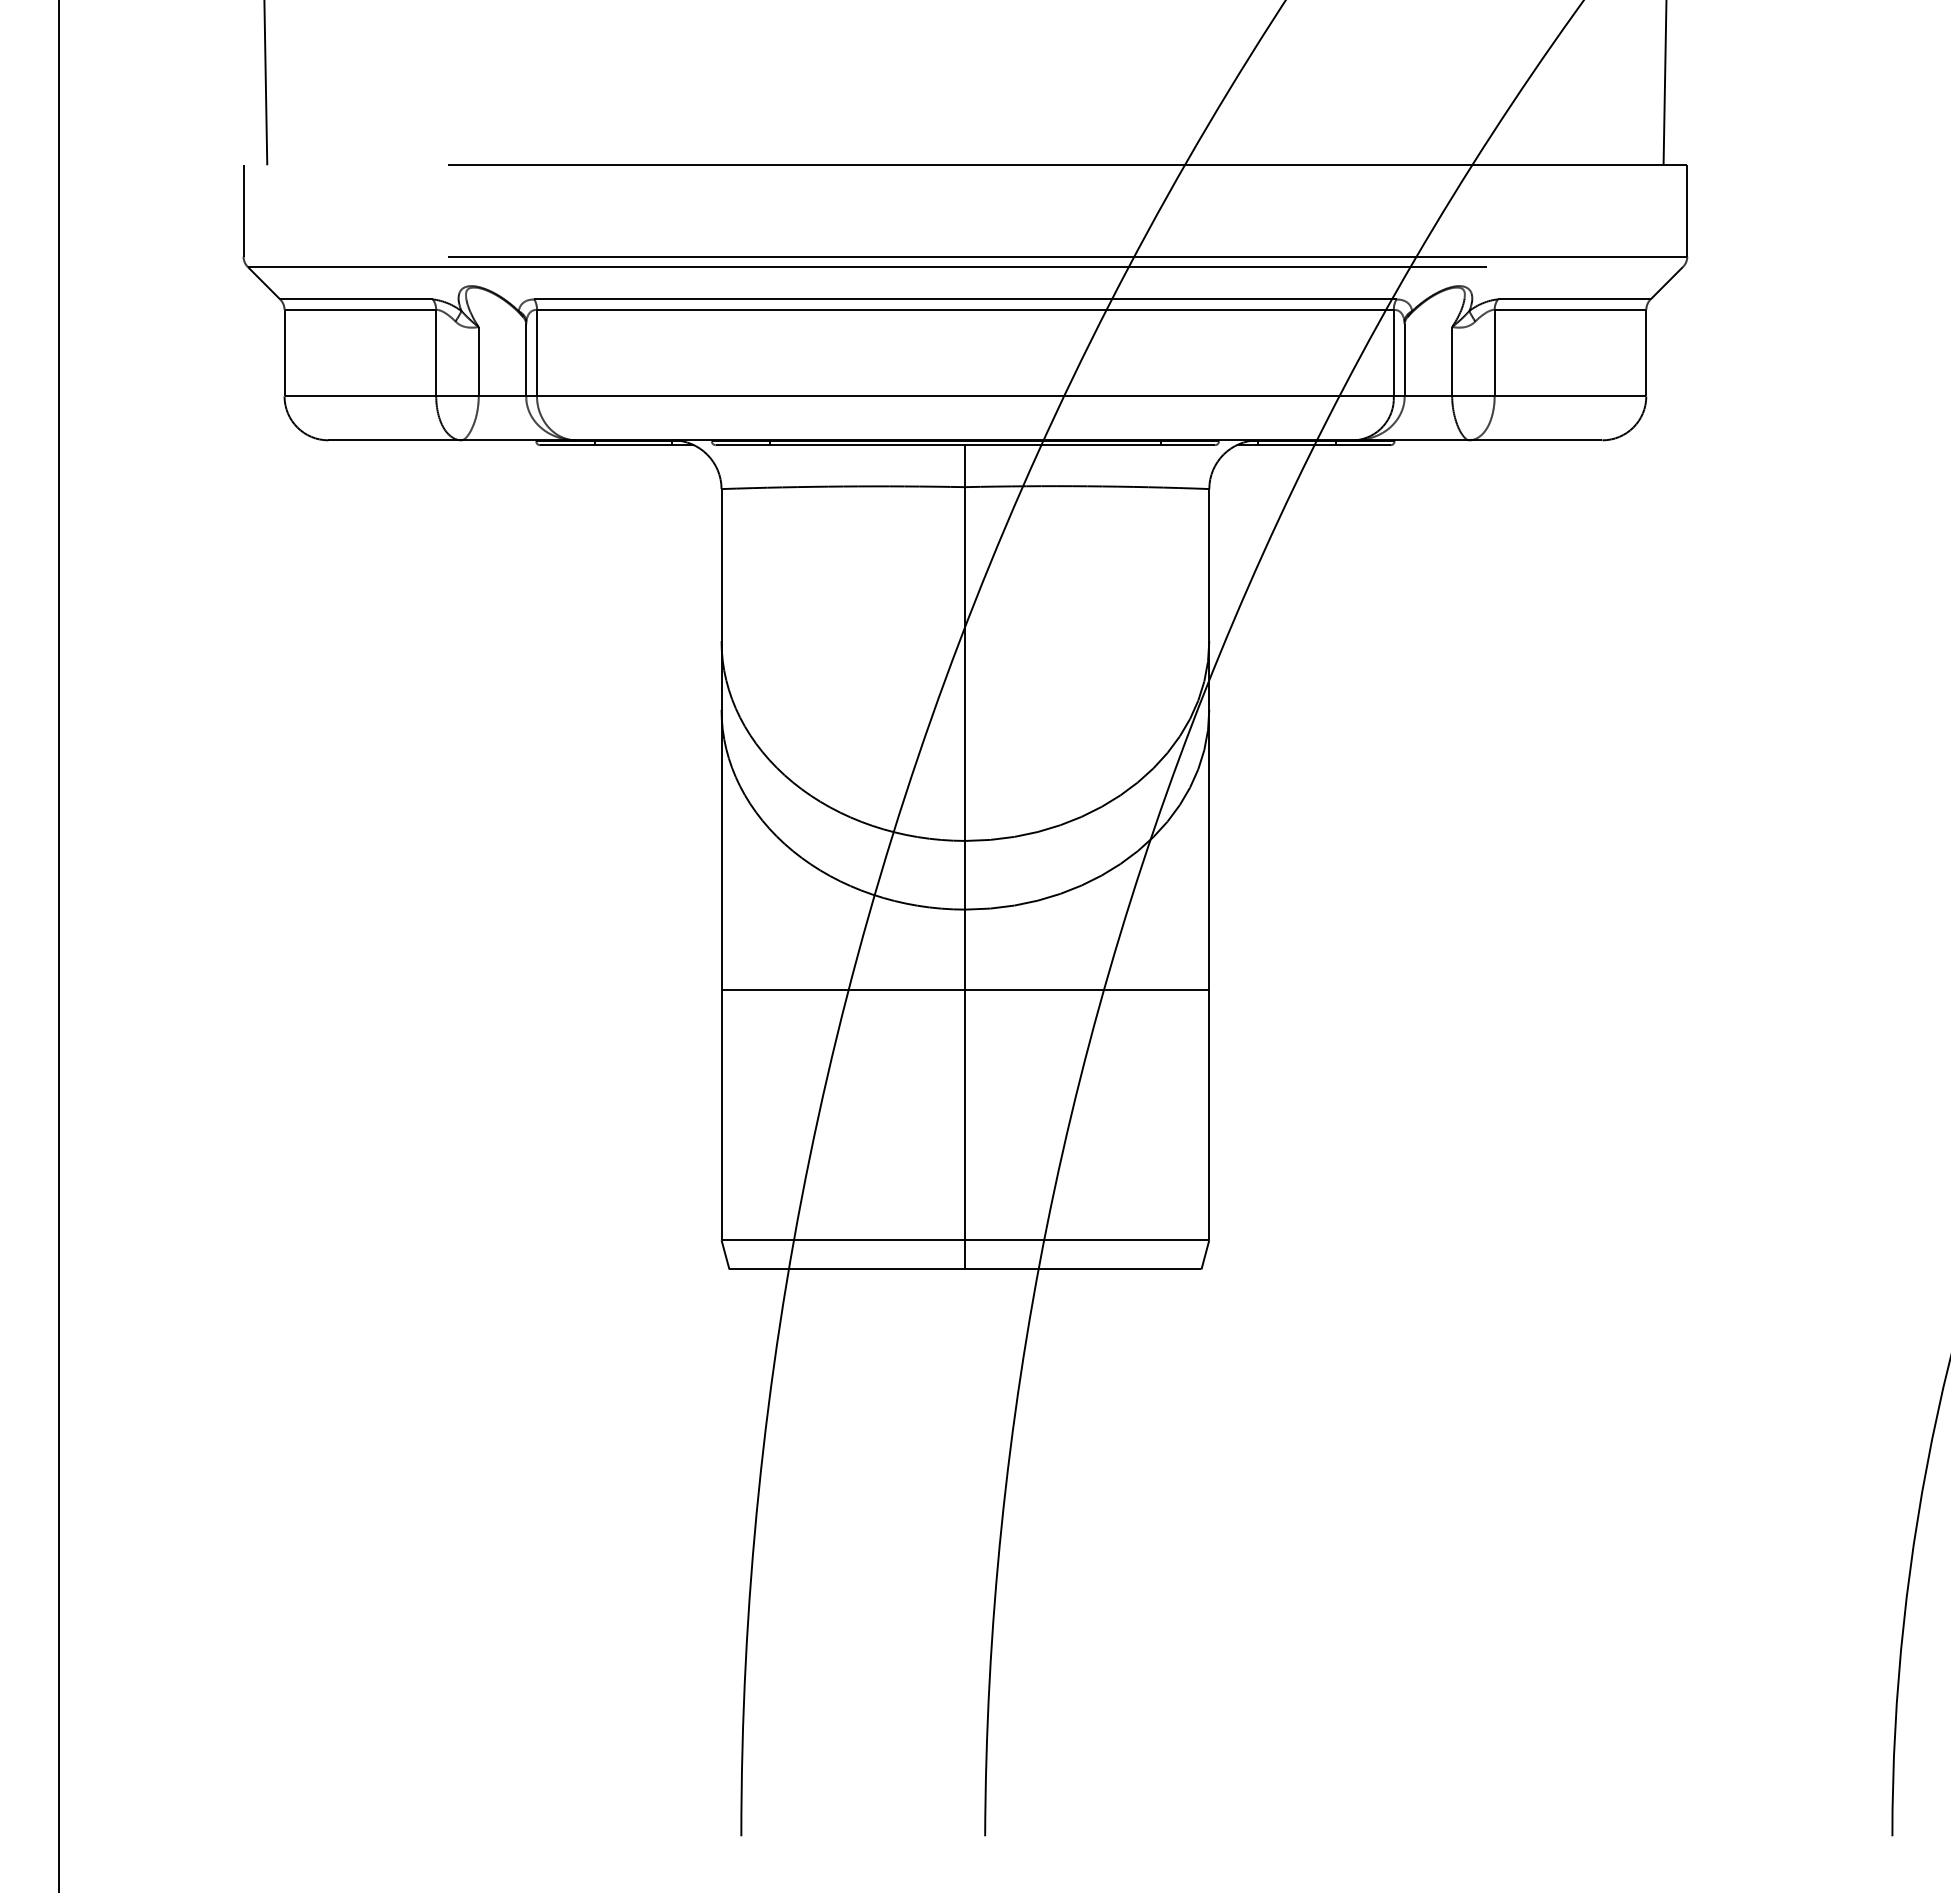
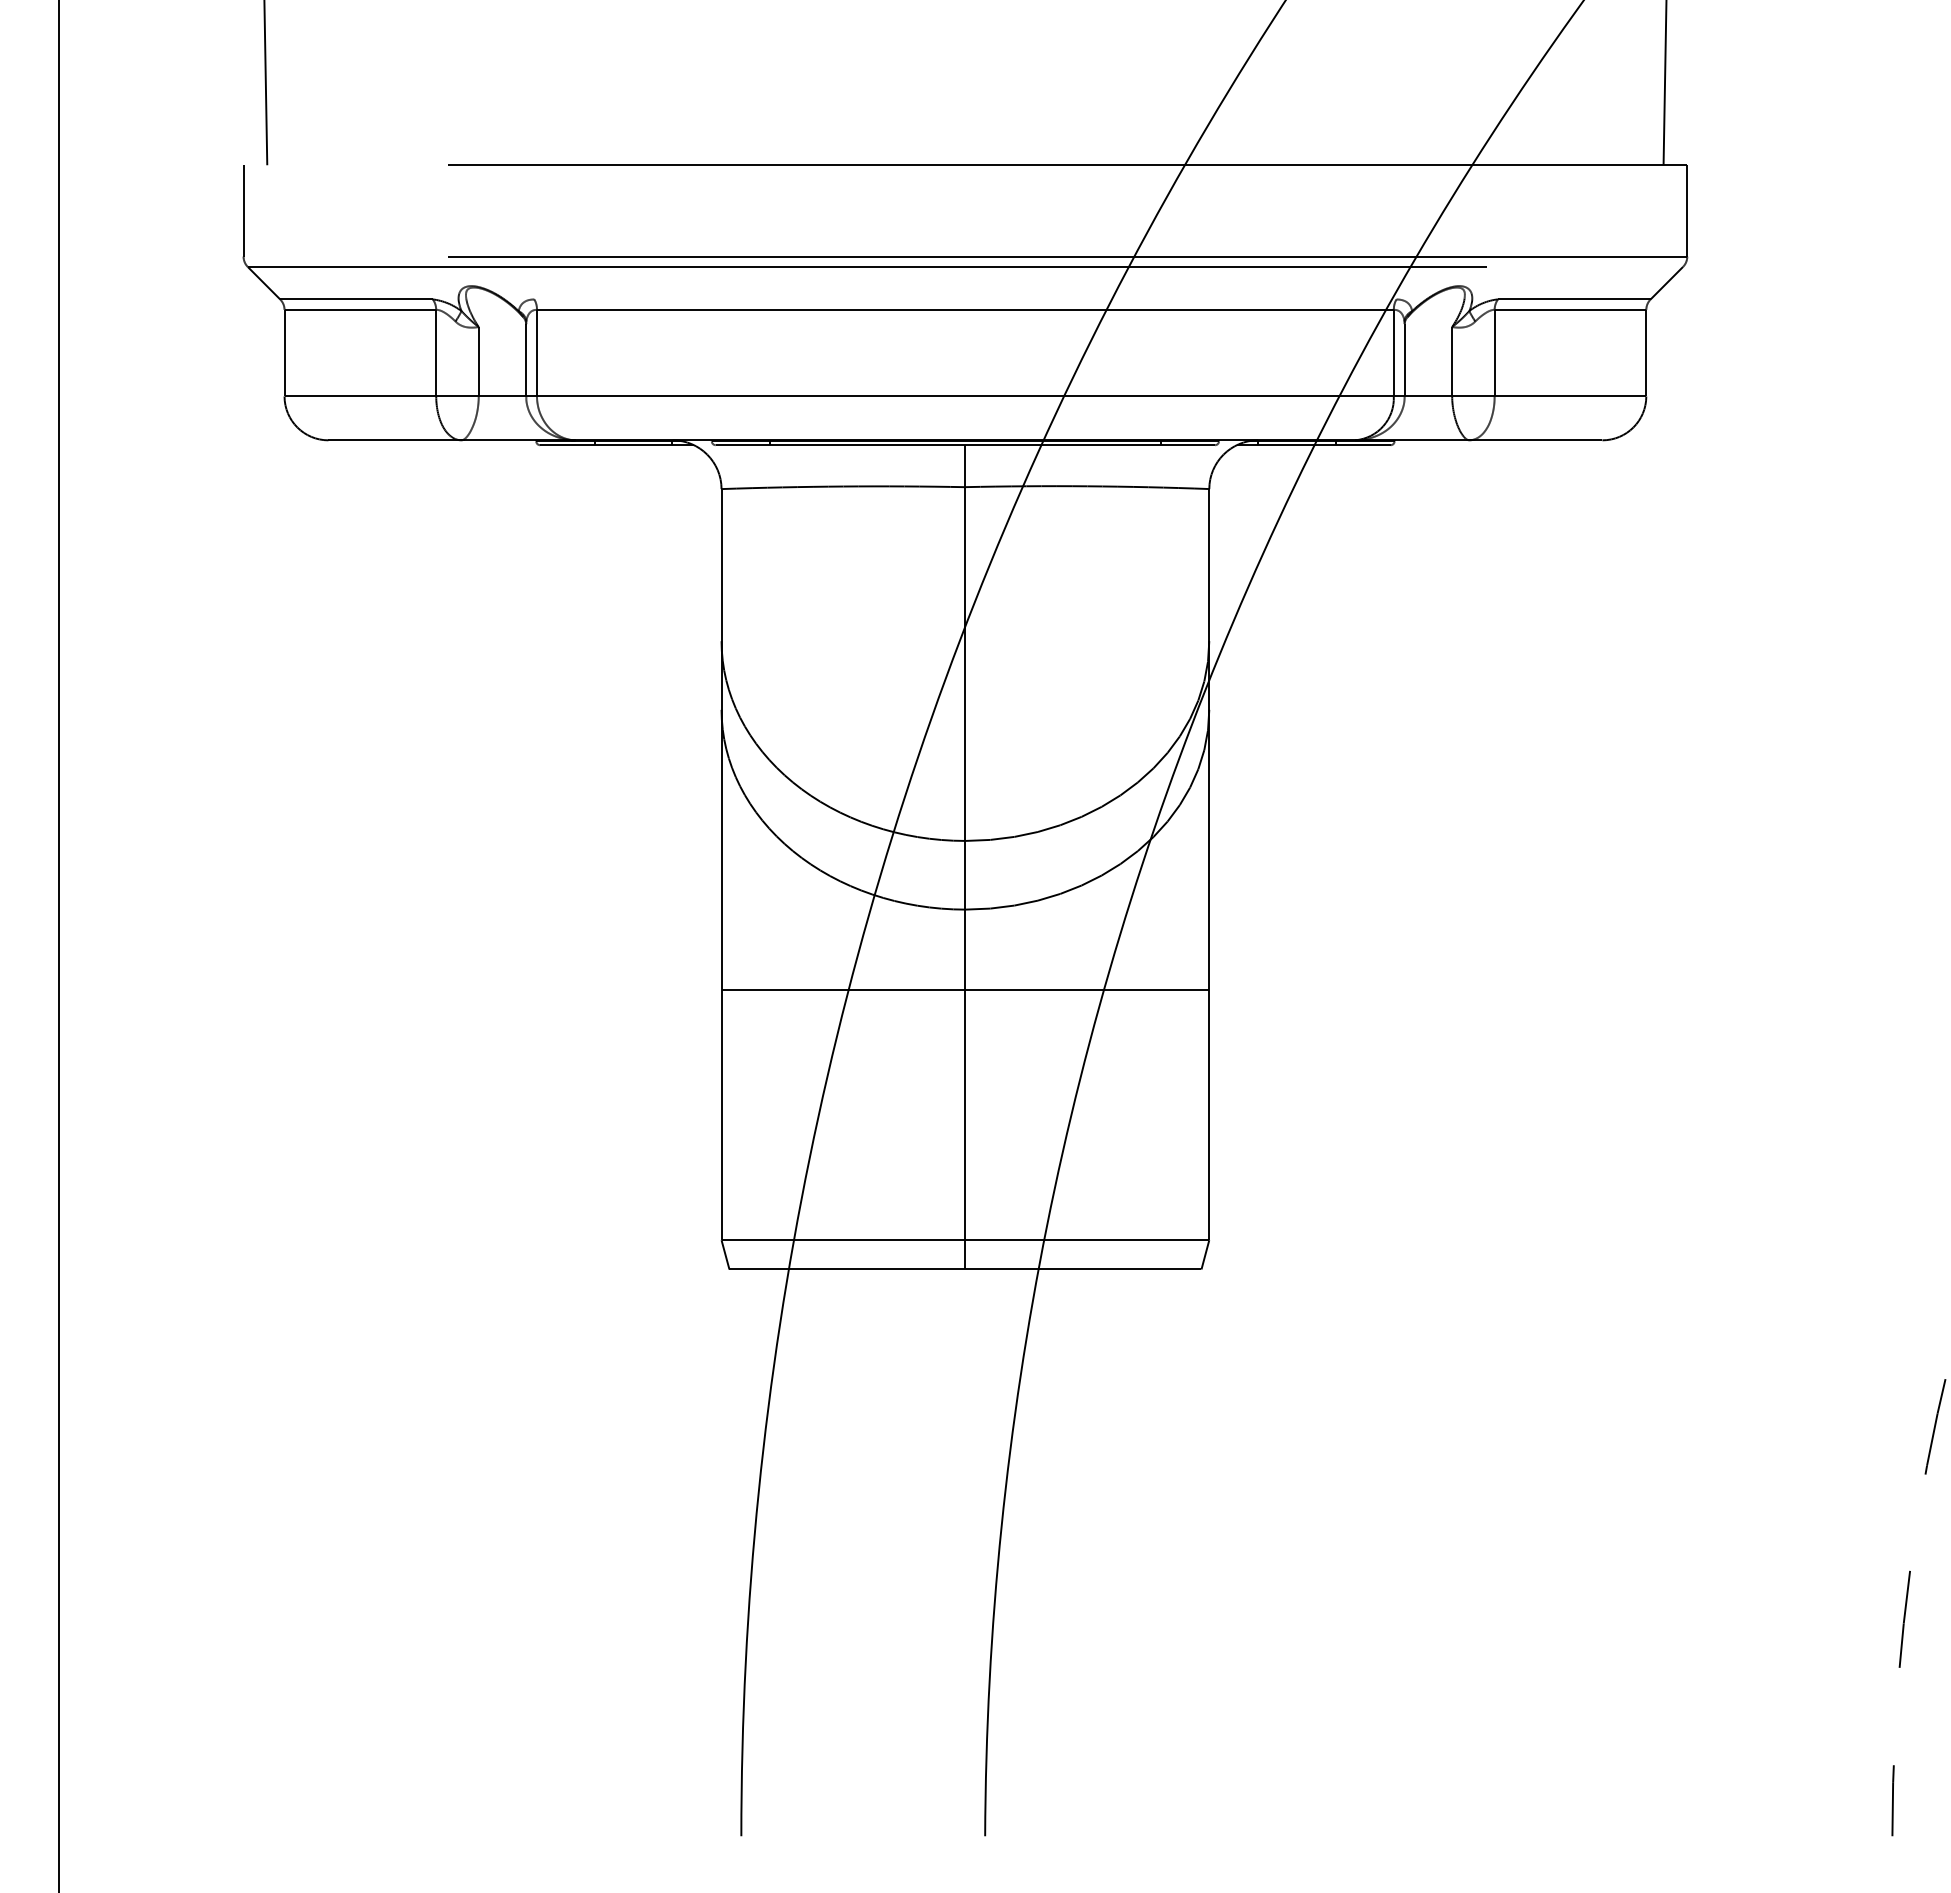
line at (965, 299): present -> none
arc at (1907, 1594): solid -> dashed
